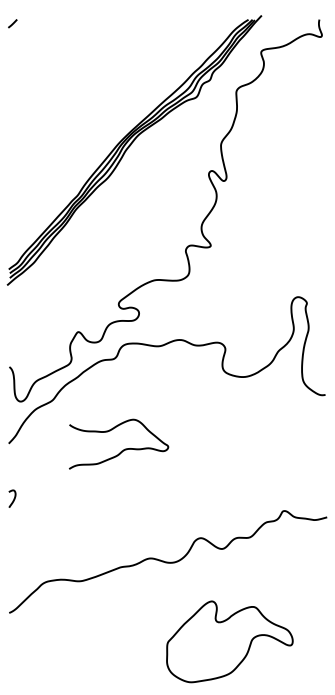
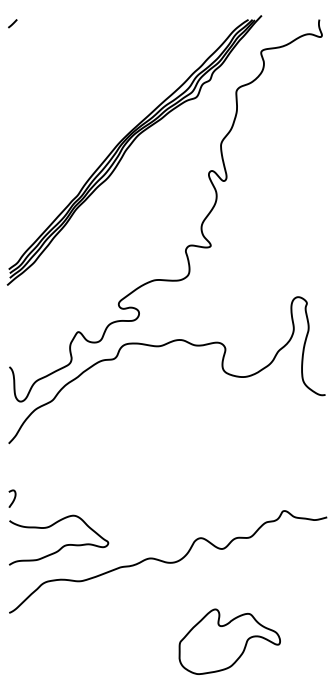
curve at (123, 449) position: (123, 449) -> (63, 545)
part at (229, 641) size: 128x84 px -> 103x67 px
